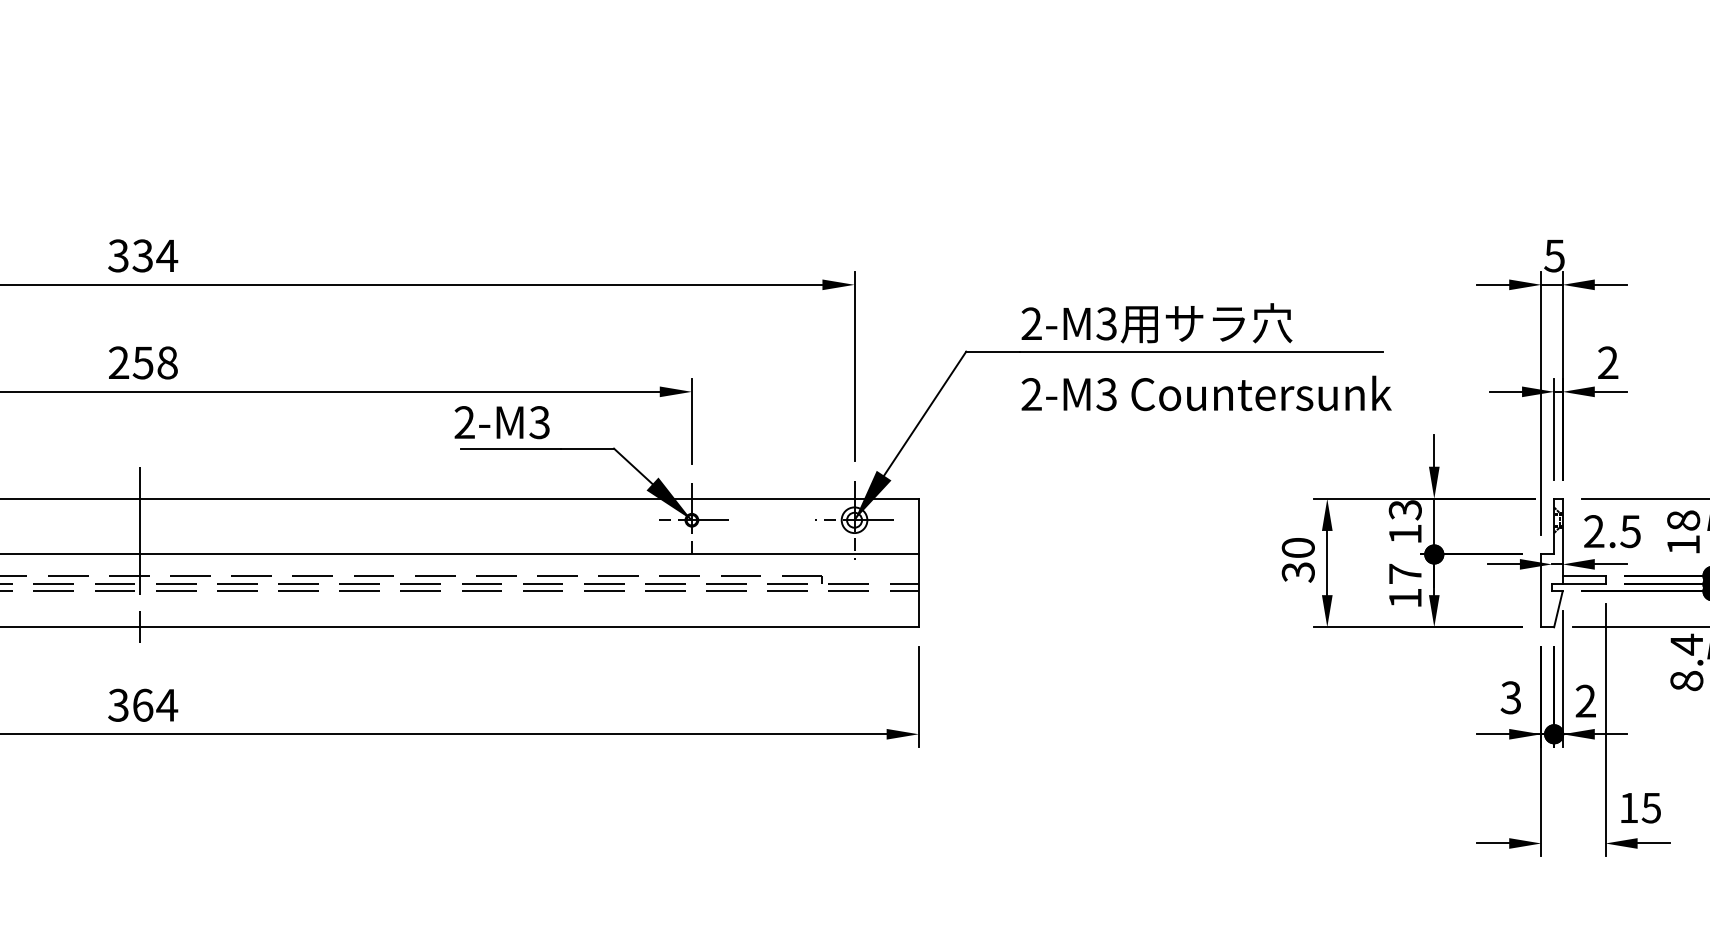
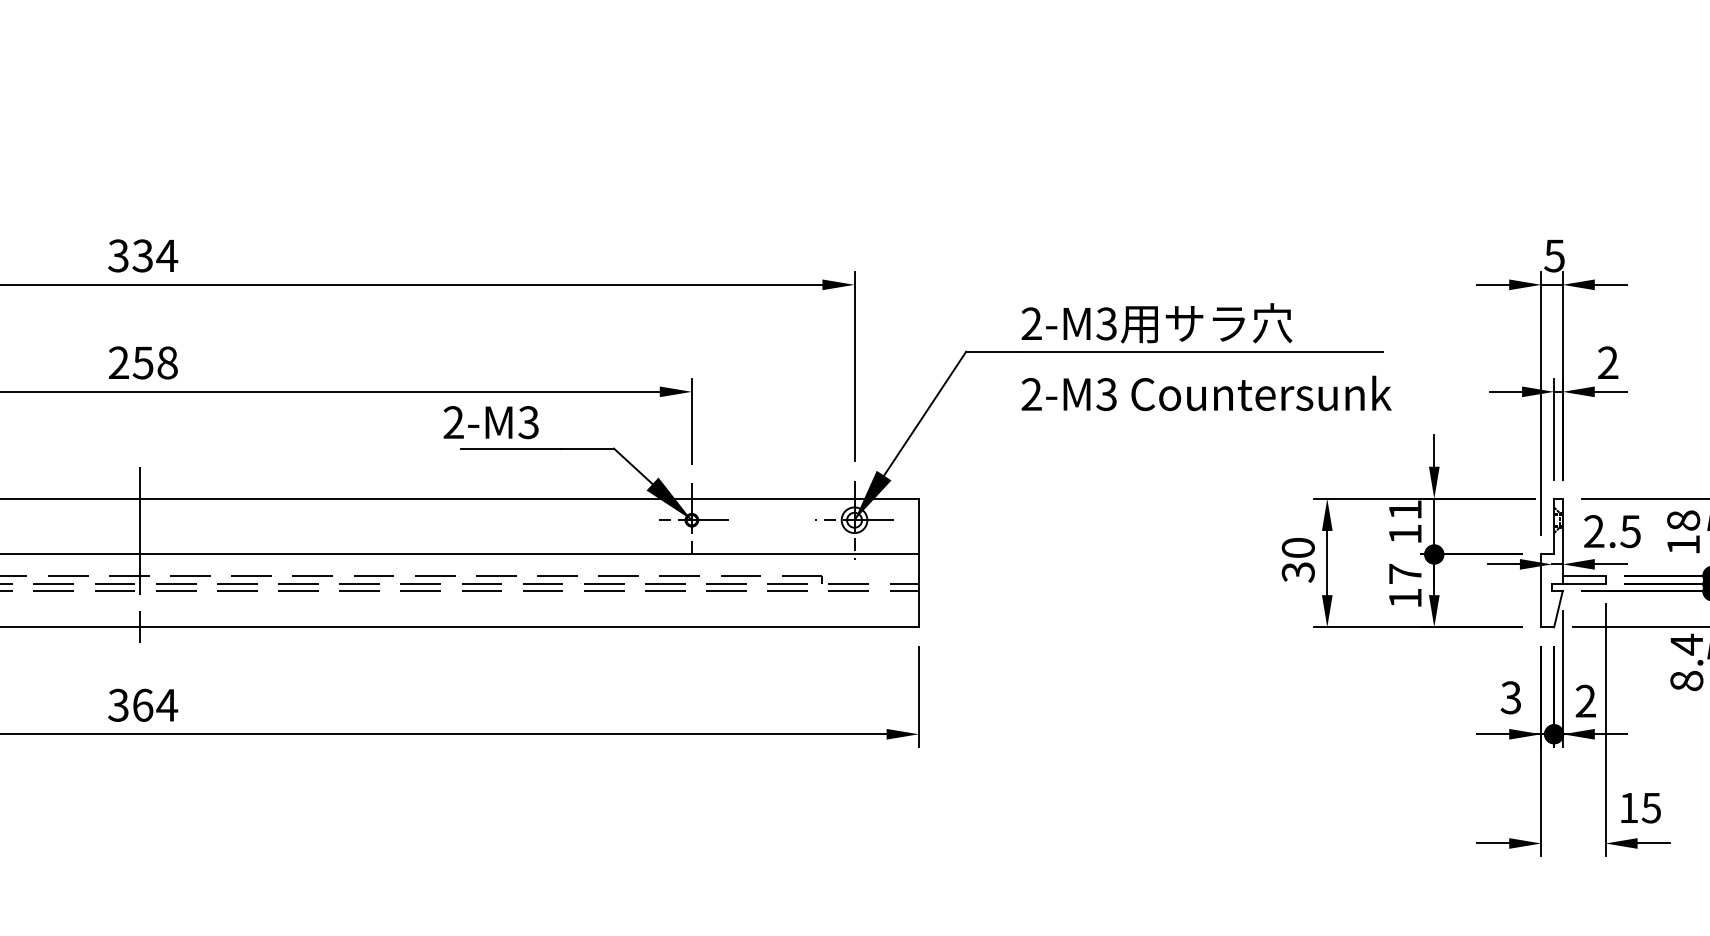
text at (501, 422) position: (501, 422) -> (490, 422)
text at (1404, 510): 13 -> 11
